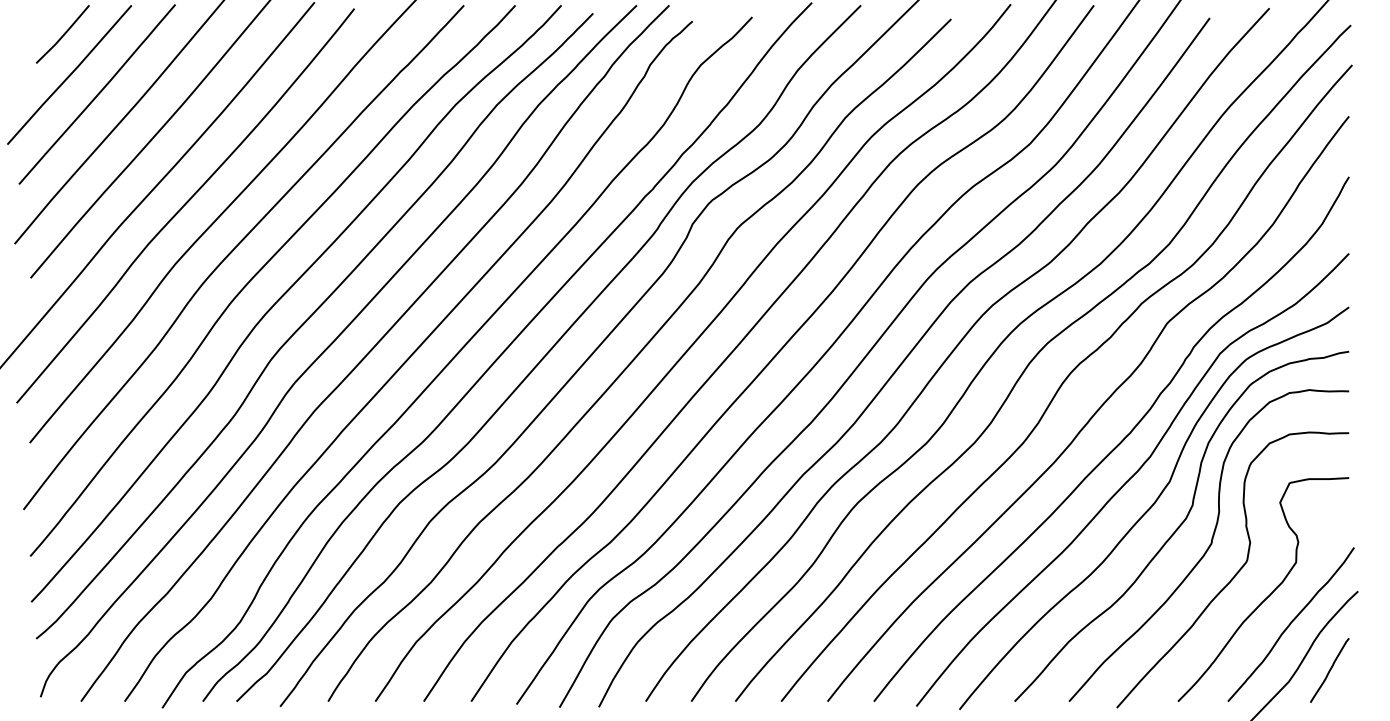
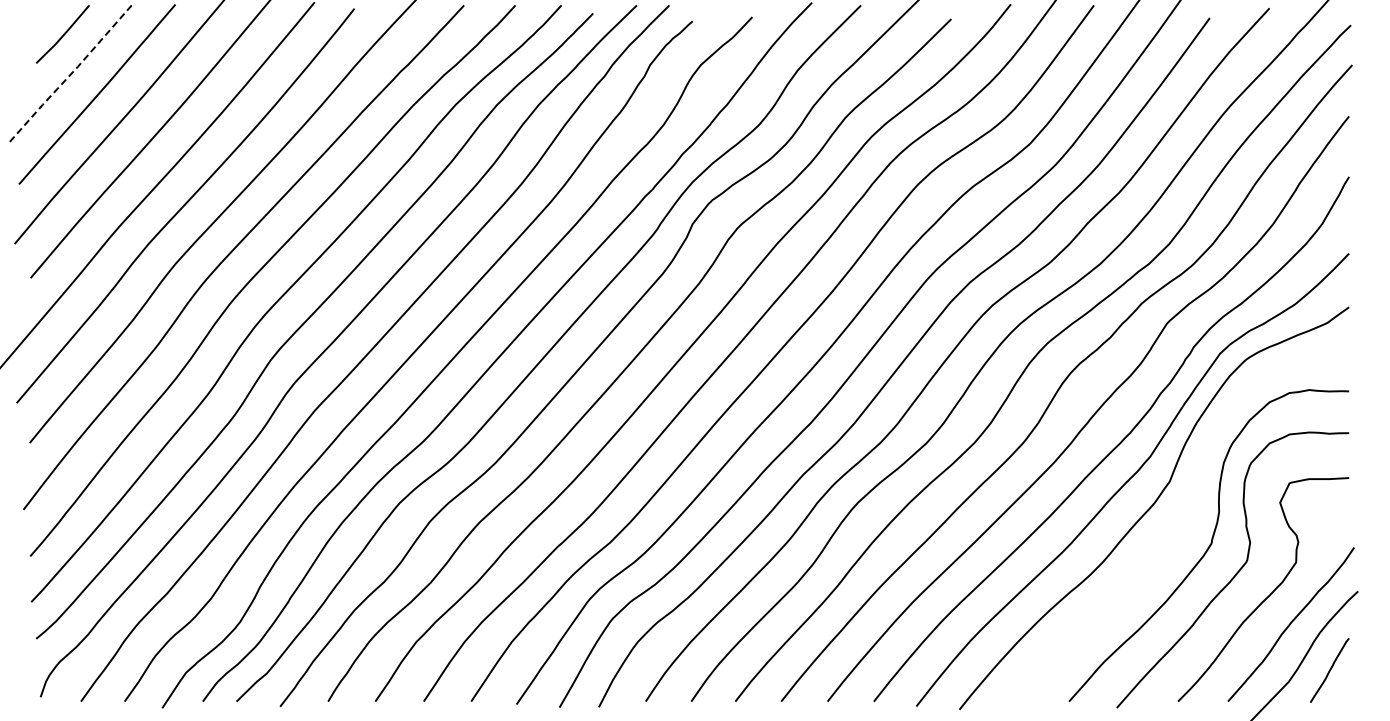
line at (69, 75): solid -> dashed
curve at (1181, 525): present -> none
